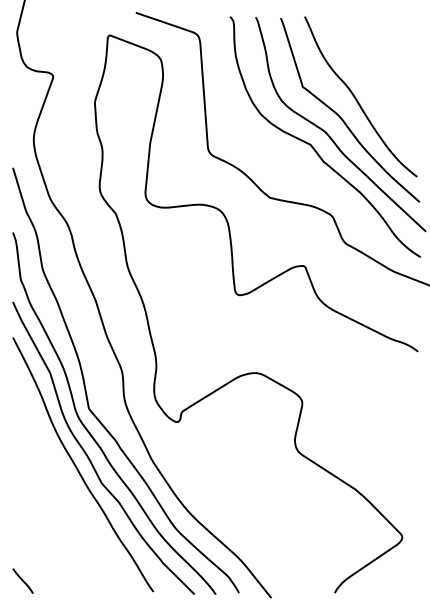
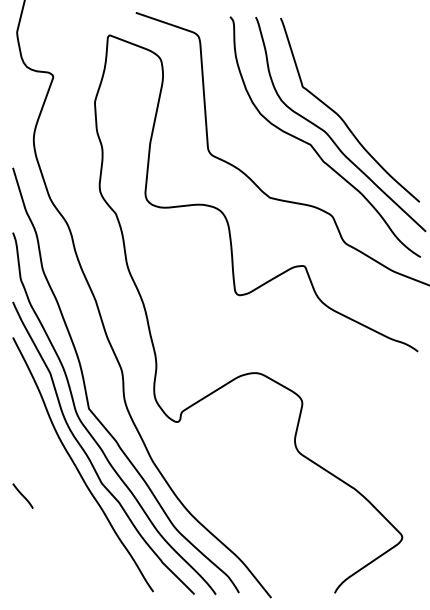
curve at (357, 99): present -> none
line at (22, 580) position: (22, 580) -> (22, 495)
